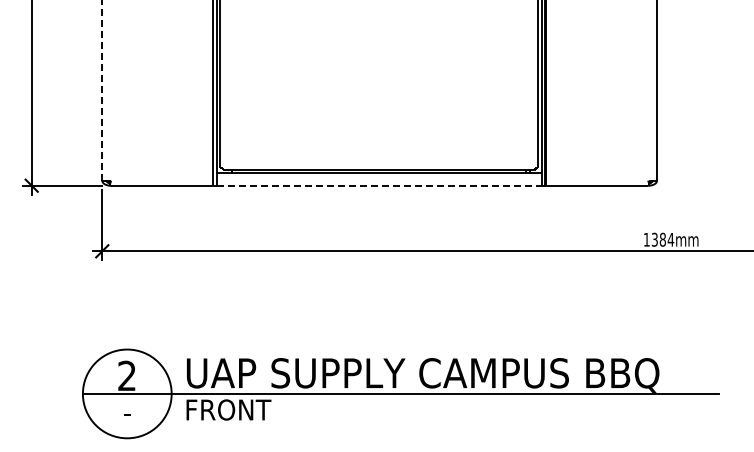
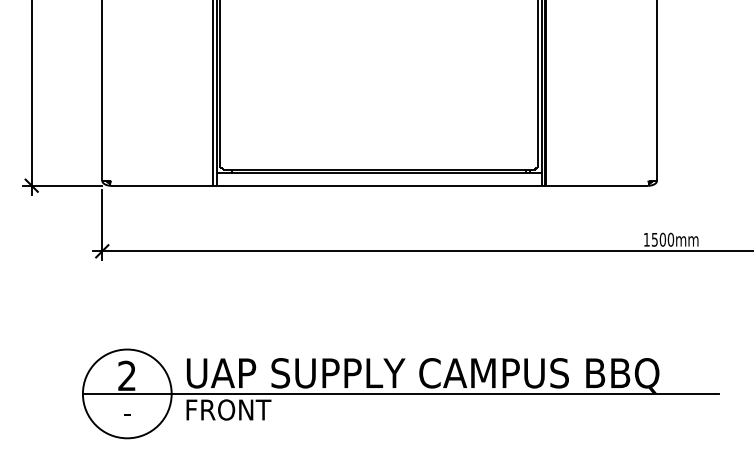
line at (102, 90): dashed -> solid
line at (379, 185): dashed -> solid
text at (663, 239): 1384mm -> 1500mm
